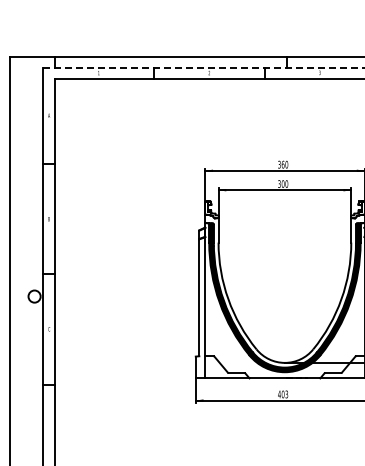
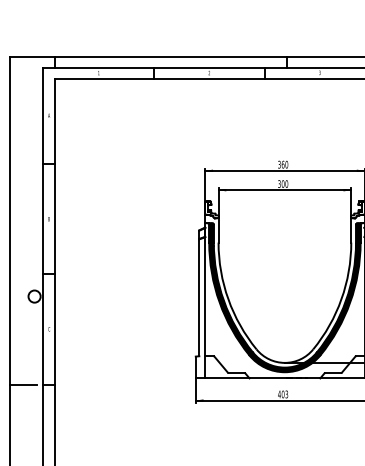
line at (204, 67): dashed -> solid
line at (23, 385): none -> present
